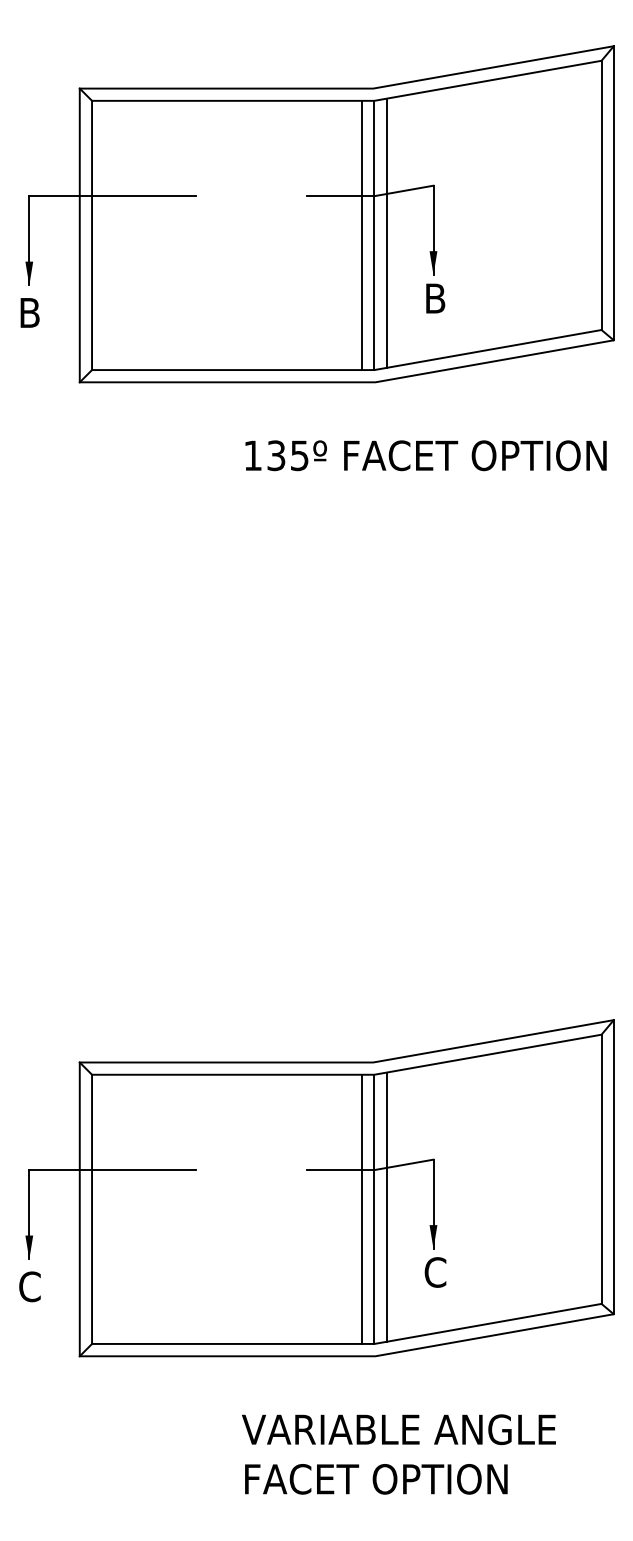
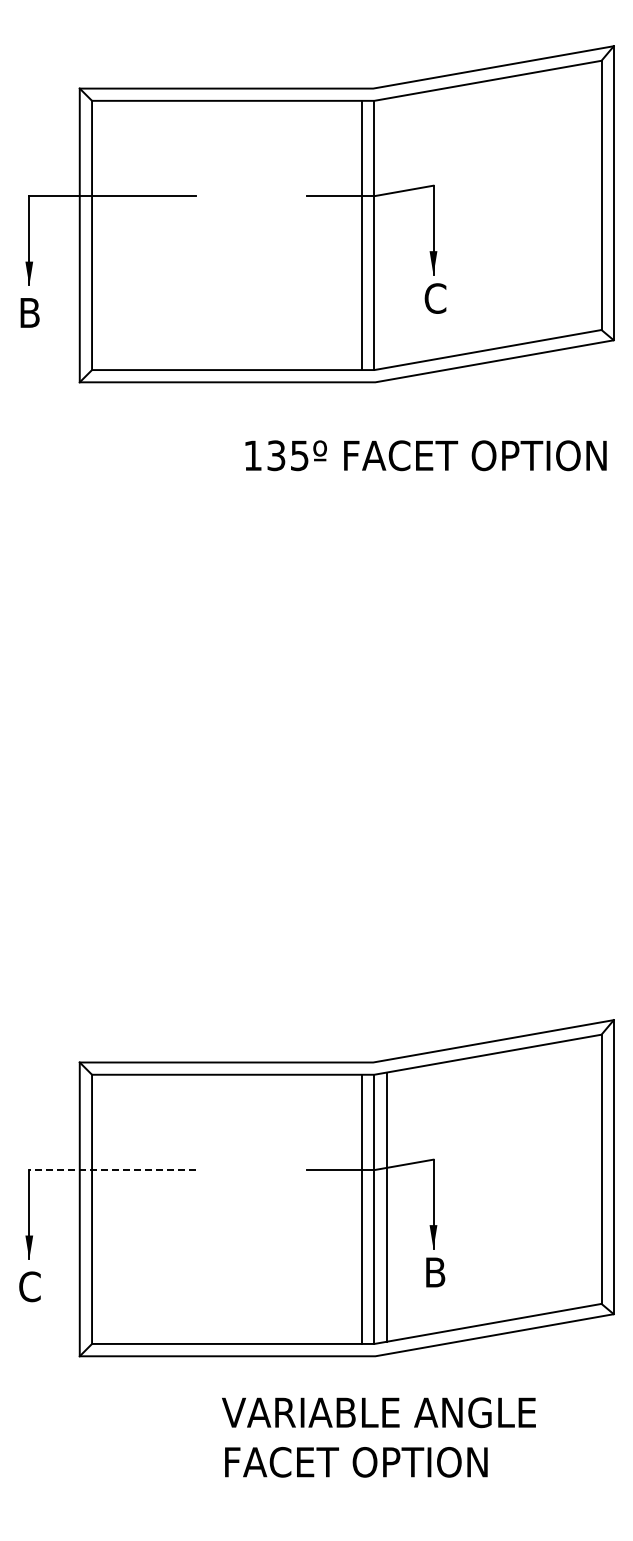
line at (386, 232): present -> none
text at (435, 298): B -> C
line at (112, 1170): solid -> dashed
text at (435, 1272): C -> B
text at (398, 1454) position: (398, 1454) -> (378, 1437)
